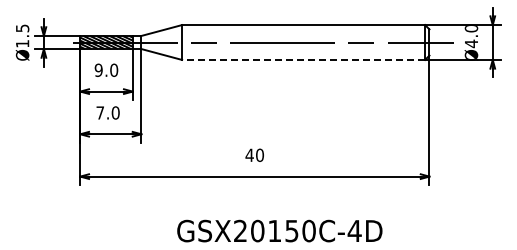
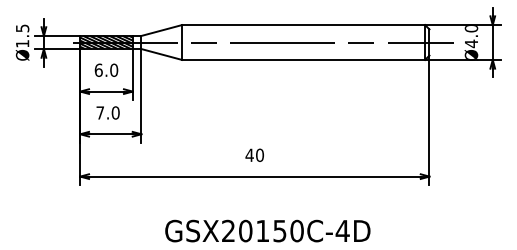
line at (303, 59): dashed -> solid
text at (98, 69): 9.0 -> 6.0
text at (279, 230) position: (279, 230) -> (267, 230)
